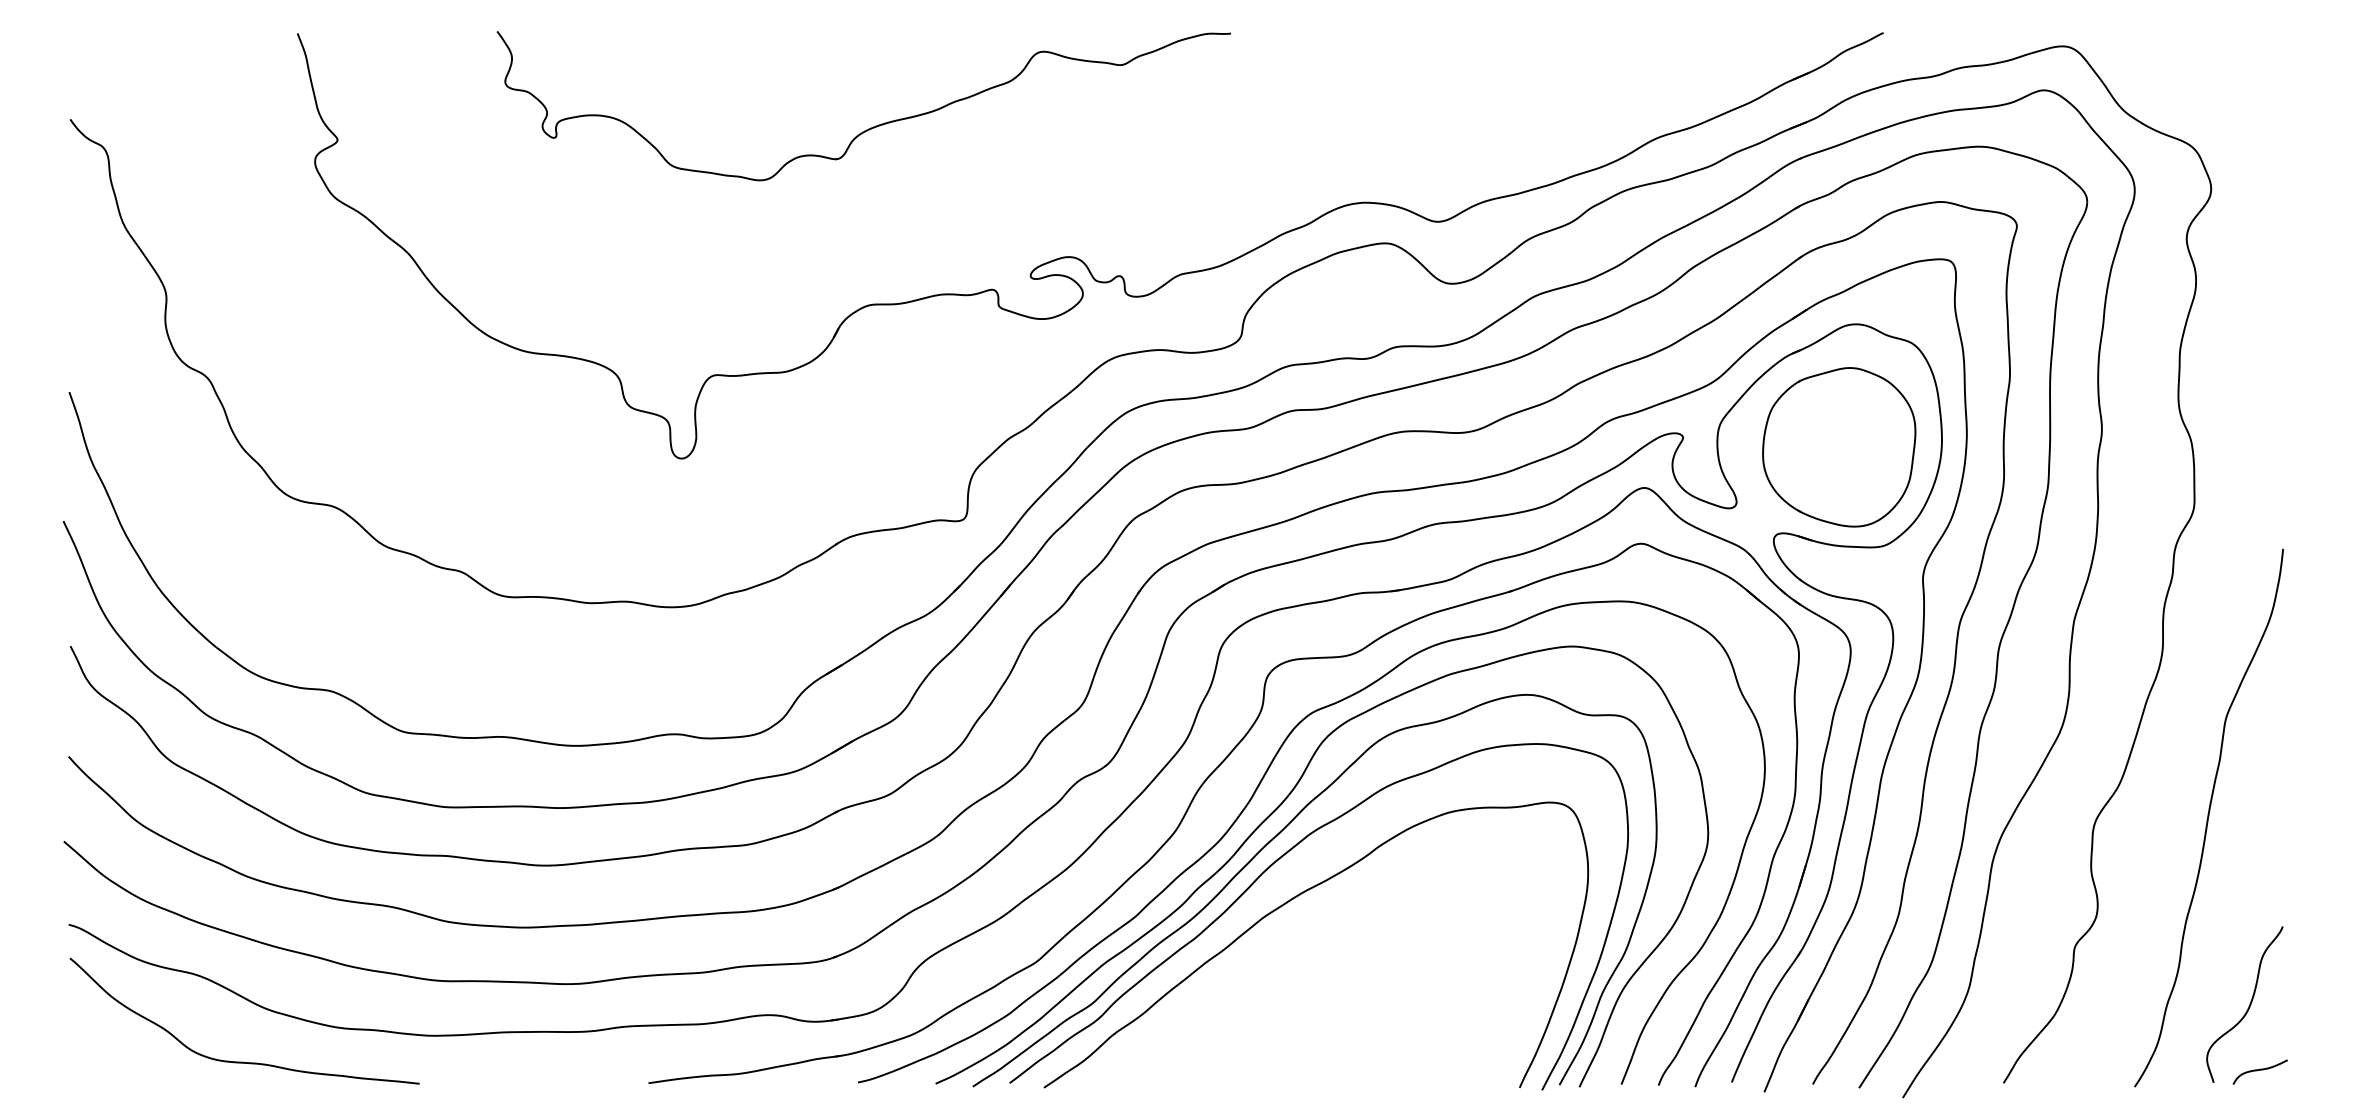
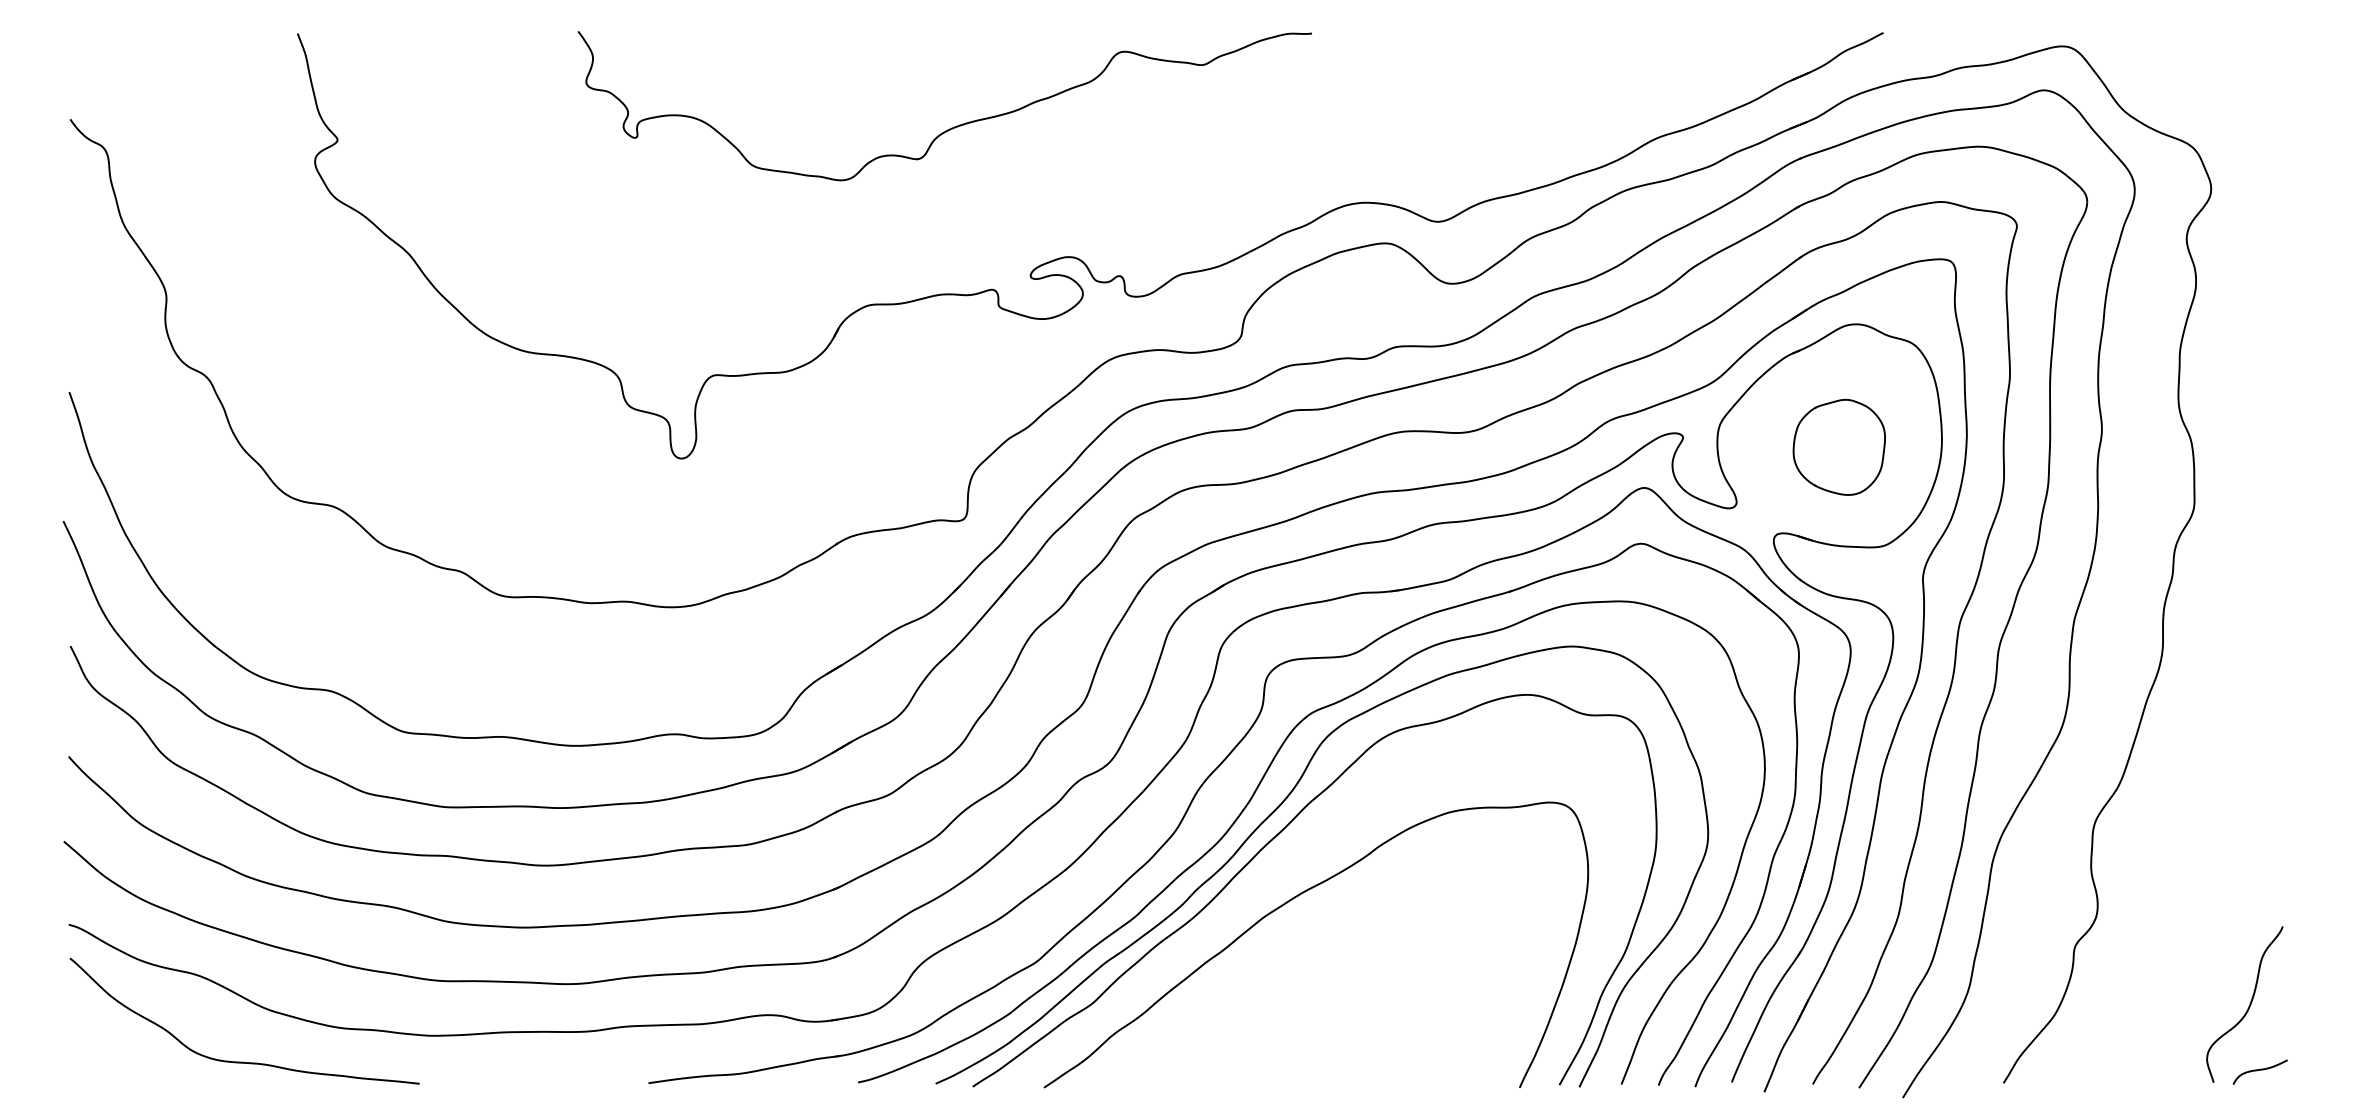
part at (870, 127) position: (870, 127) -> (951, 127)
part at (1839, 447) size: 155x161 px -> 94x98 px
curve at (2208, 817): present -> none
curve at (1276, 862): present -> none
